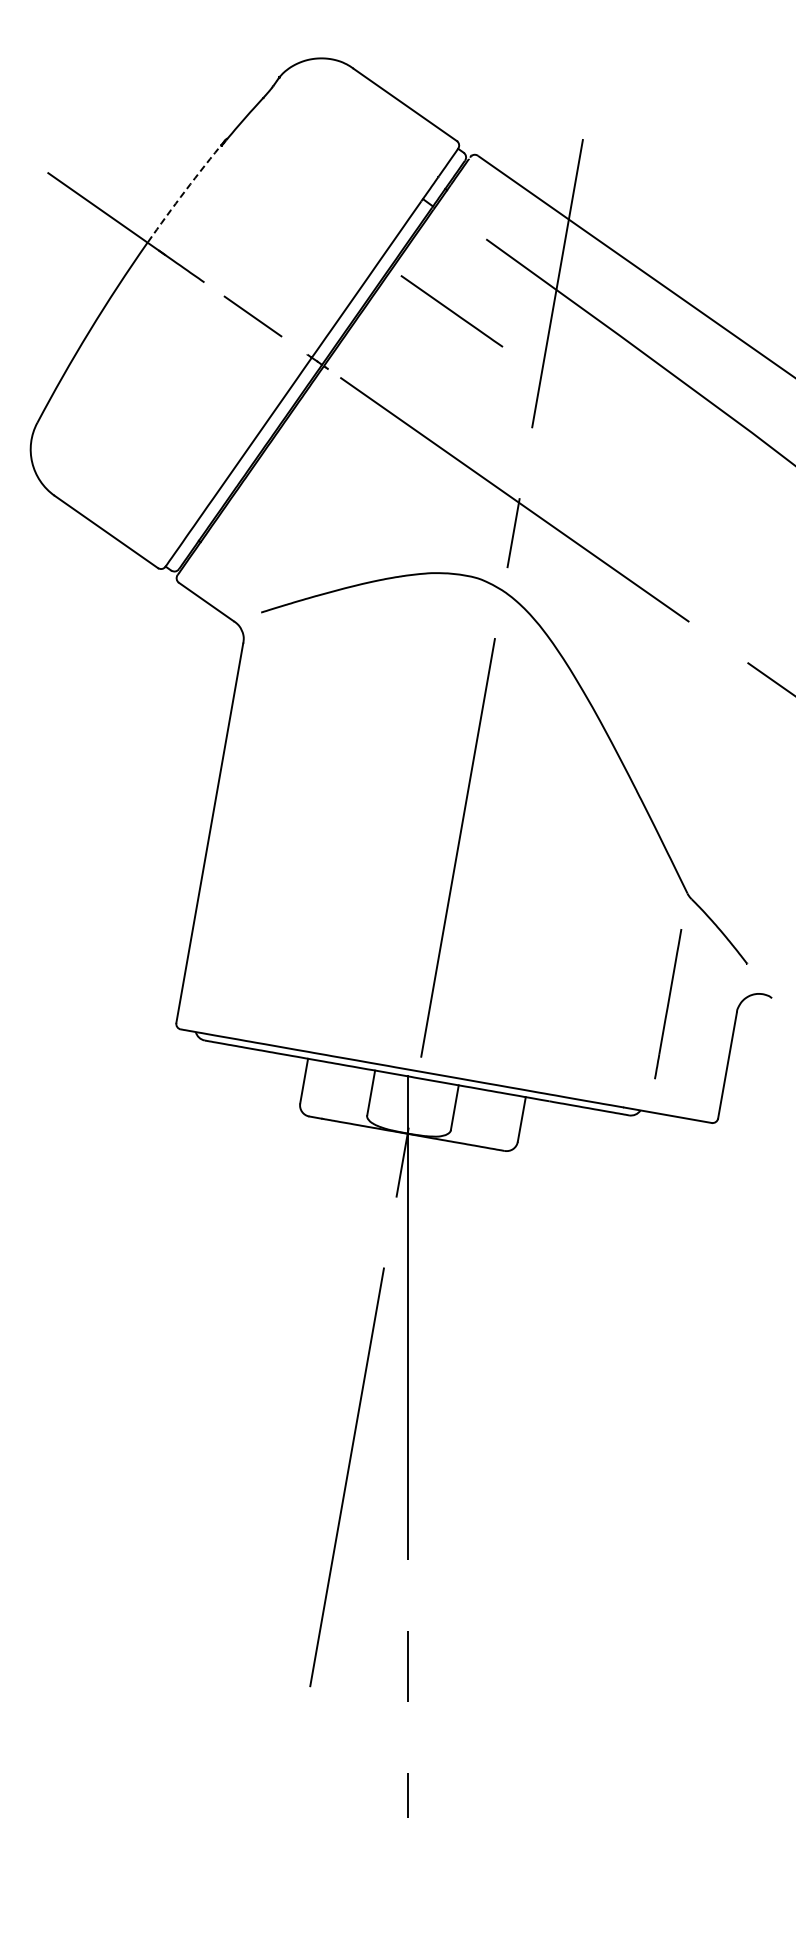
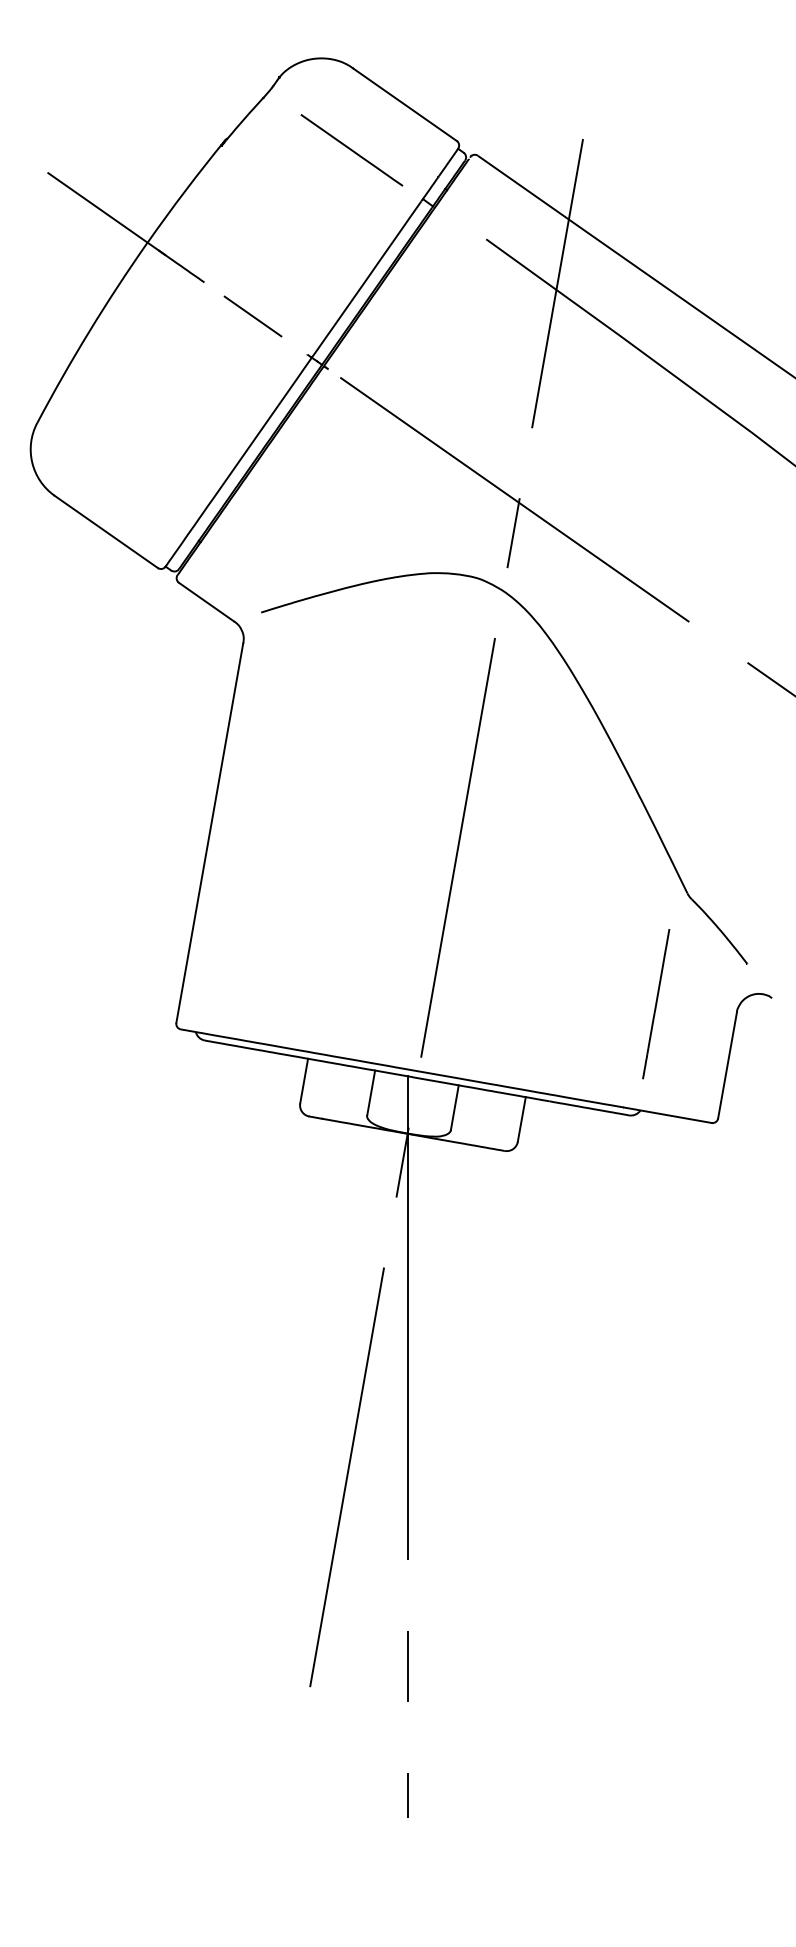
arc at (185, 190): dashed -> solid
line at (451, 311) position: (451, 311) -> (351, 150)
line at (668, 1004) position: (668, 1004) -> (656, 1004)
